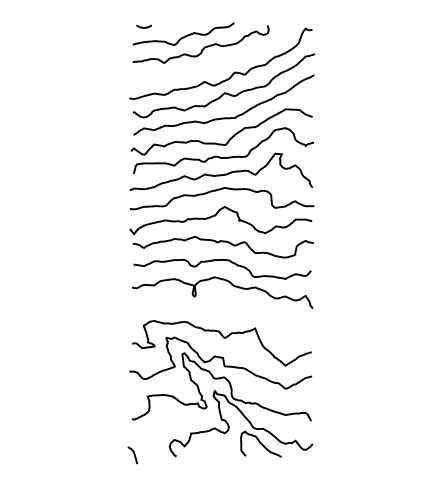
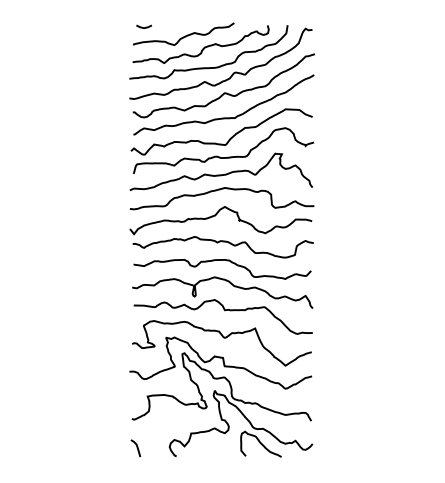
curve at (208, 67): none -> present
curve at (224, 311): none -> present
curve at (133, 454) position: (133, 454) -> (136, 447)
